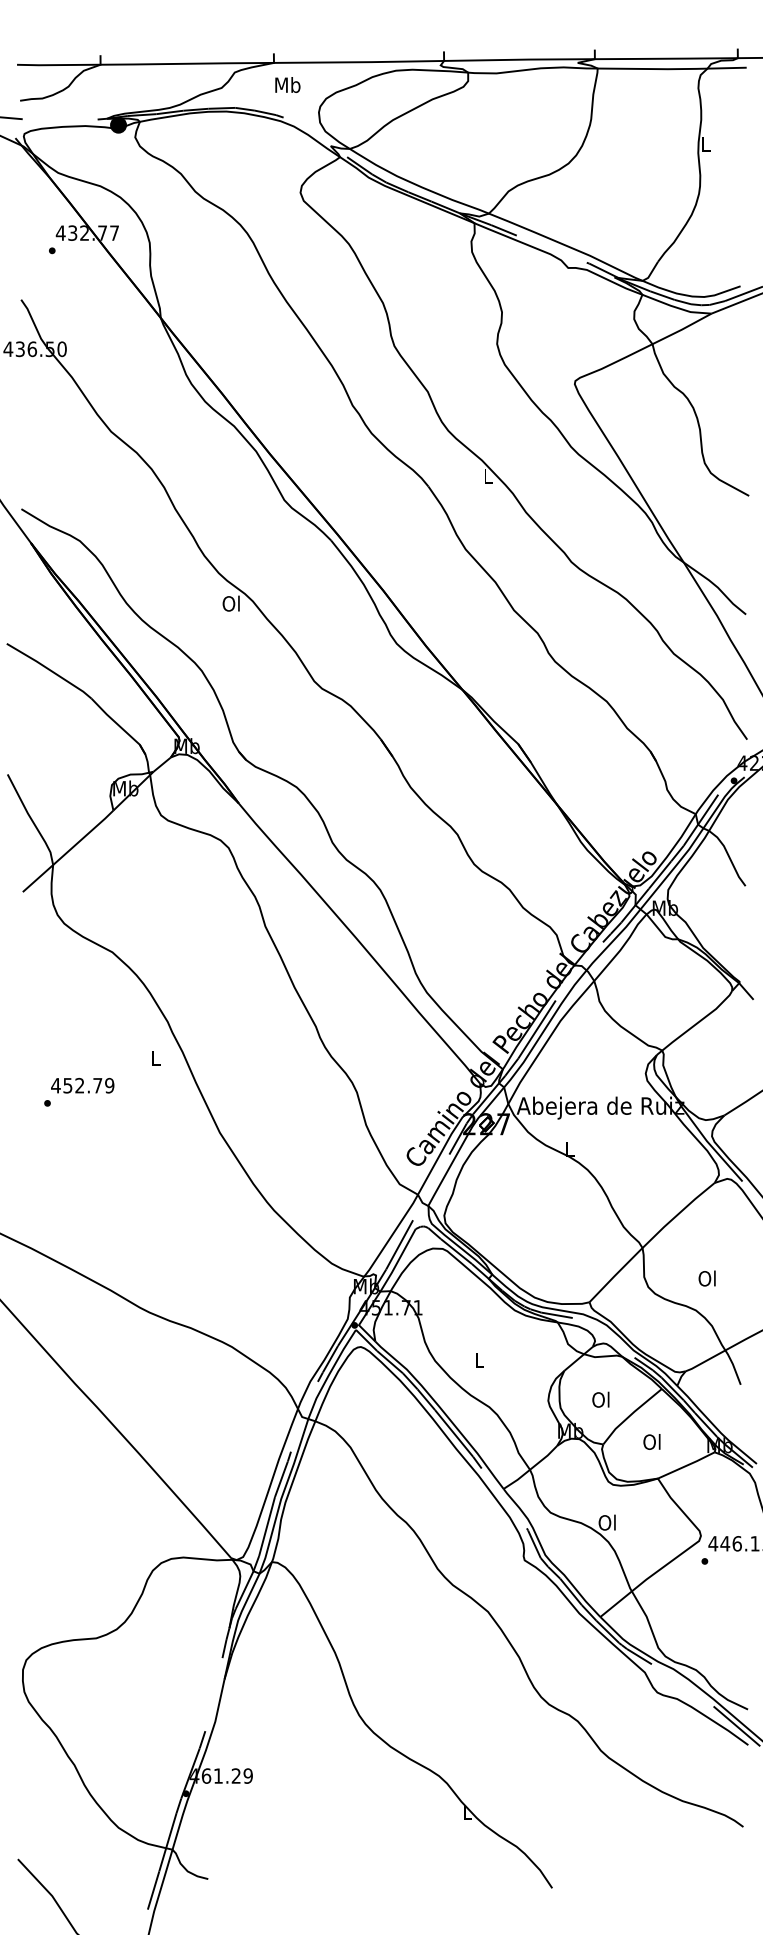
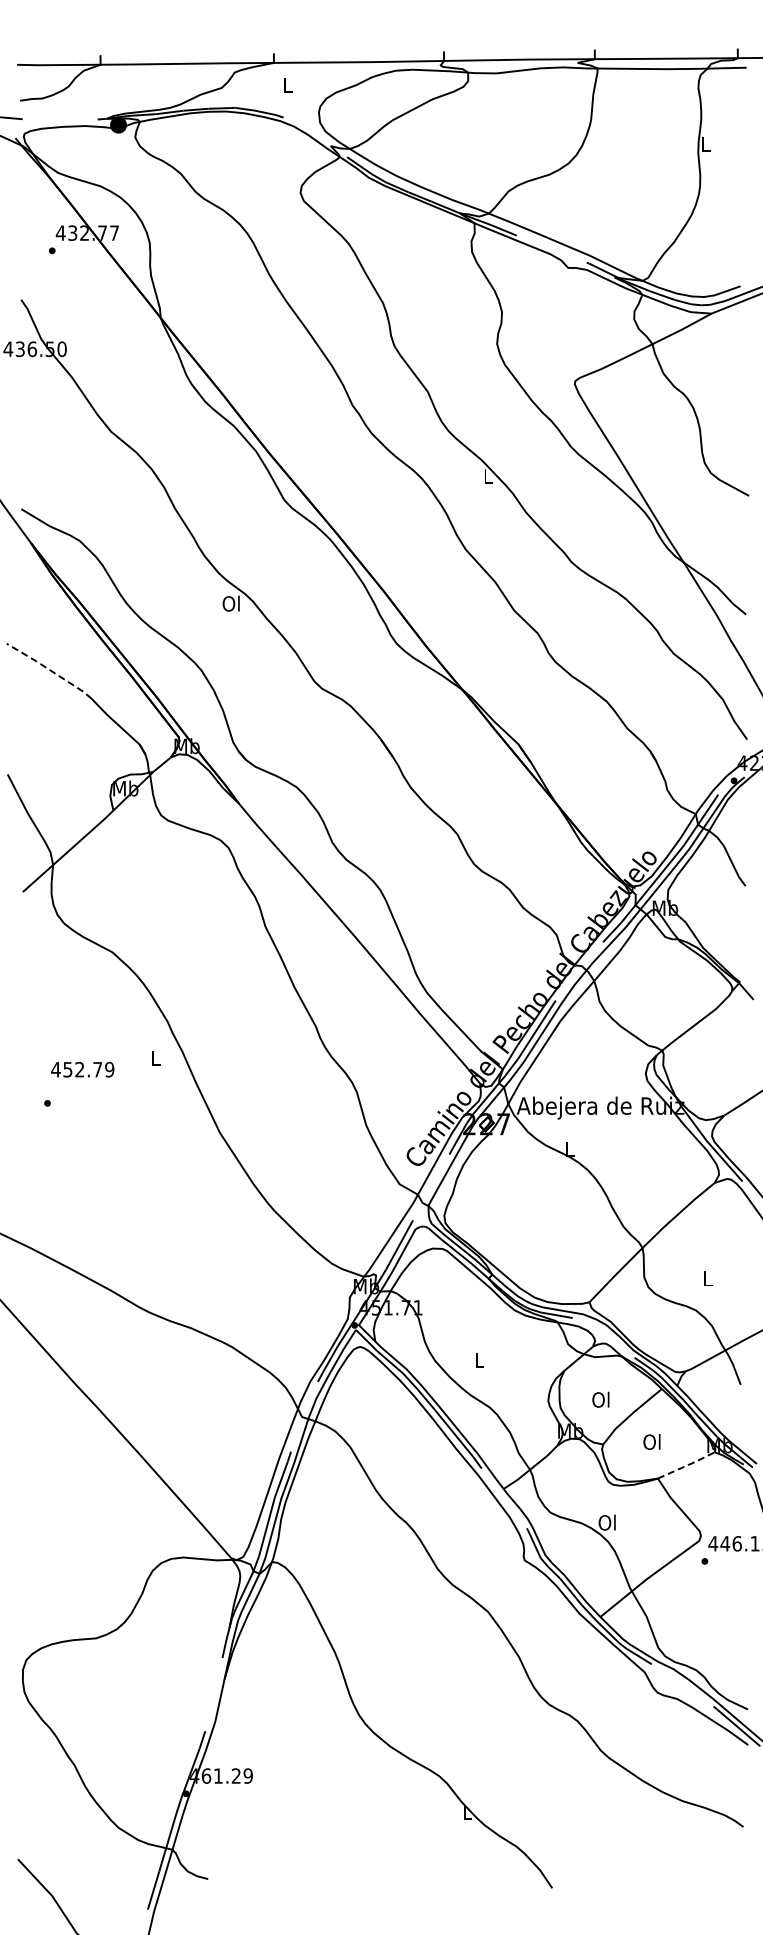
text at (287, 85): Mb -> L
line at (49, 669): solid -> dashed
text at (82, 1085) position: (82, 1085) -> (82, 1069)
text at (706, 1278): Ol -> L
line at (687, 1465): solid -> dashed
